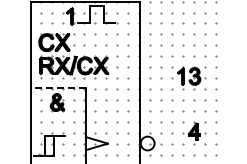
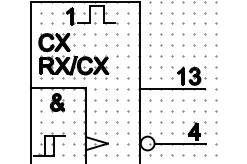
line at (58, 88): dashed -> solid
line at (172, 88): none -> present
line at (179, 143): none -> present
